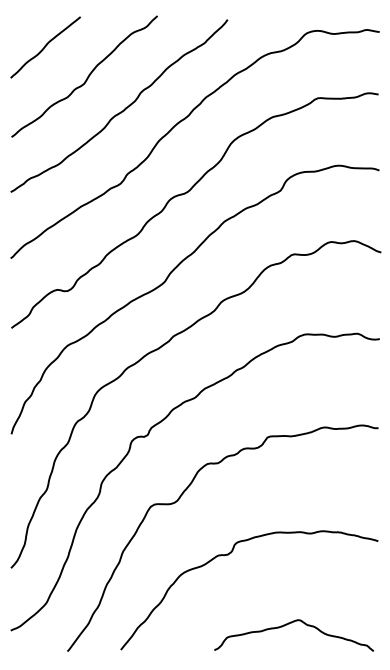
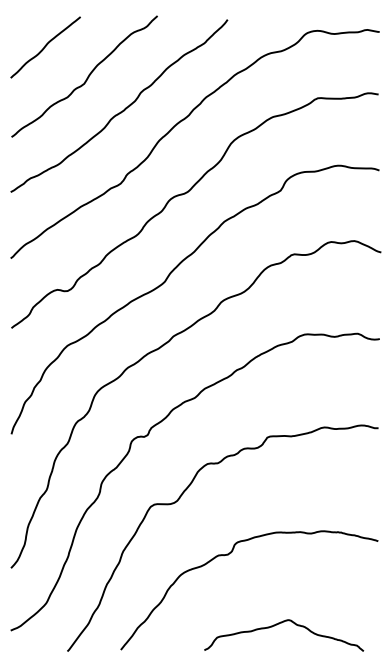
curve at (289, 624) position: (289, 624) -> (279, 624)
